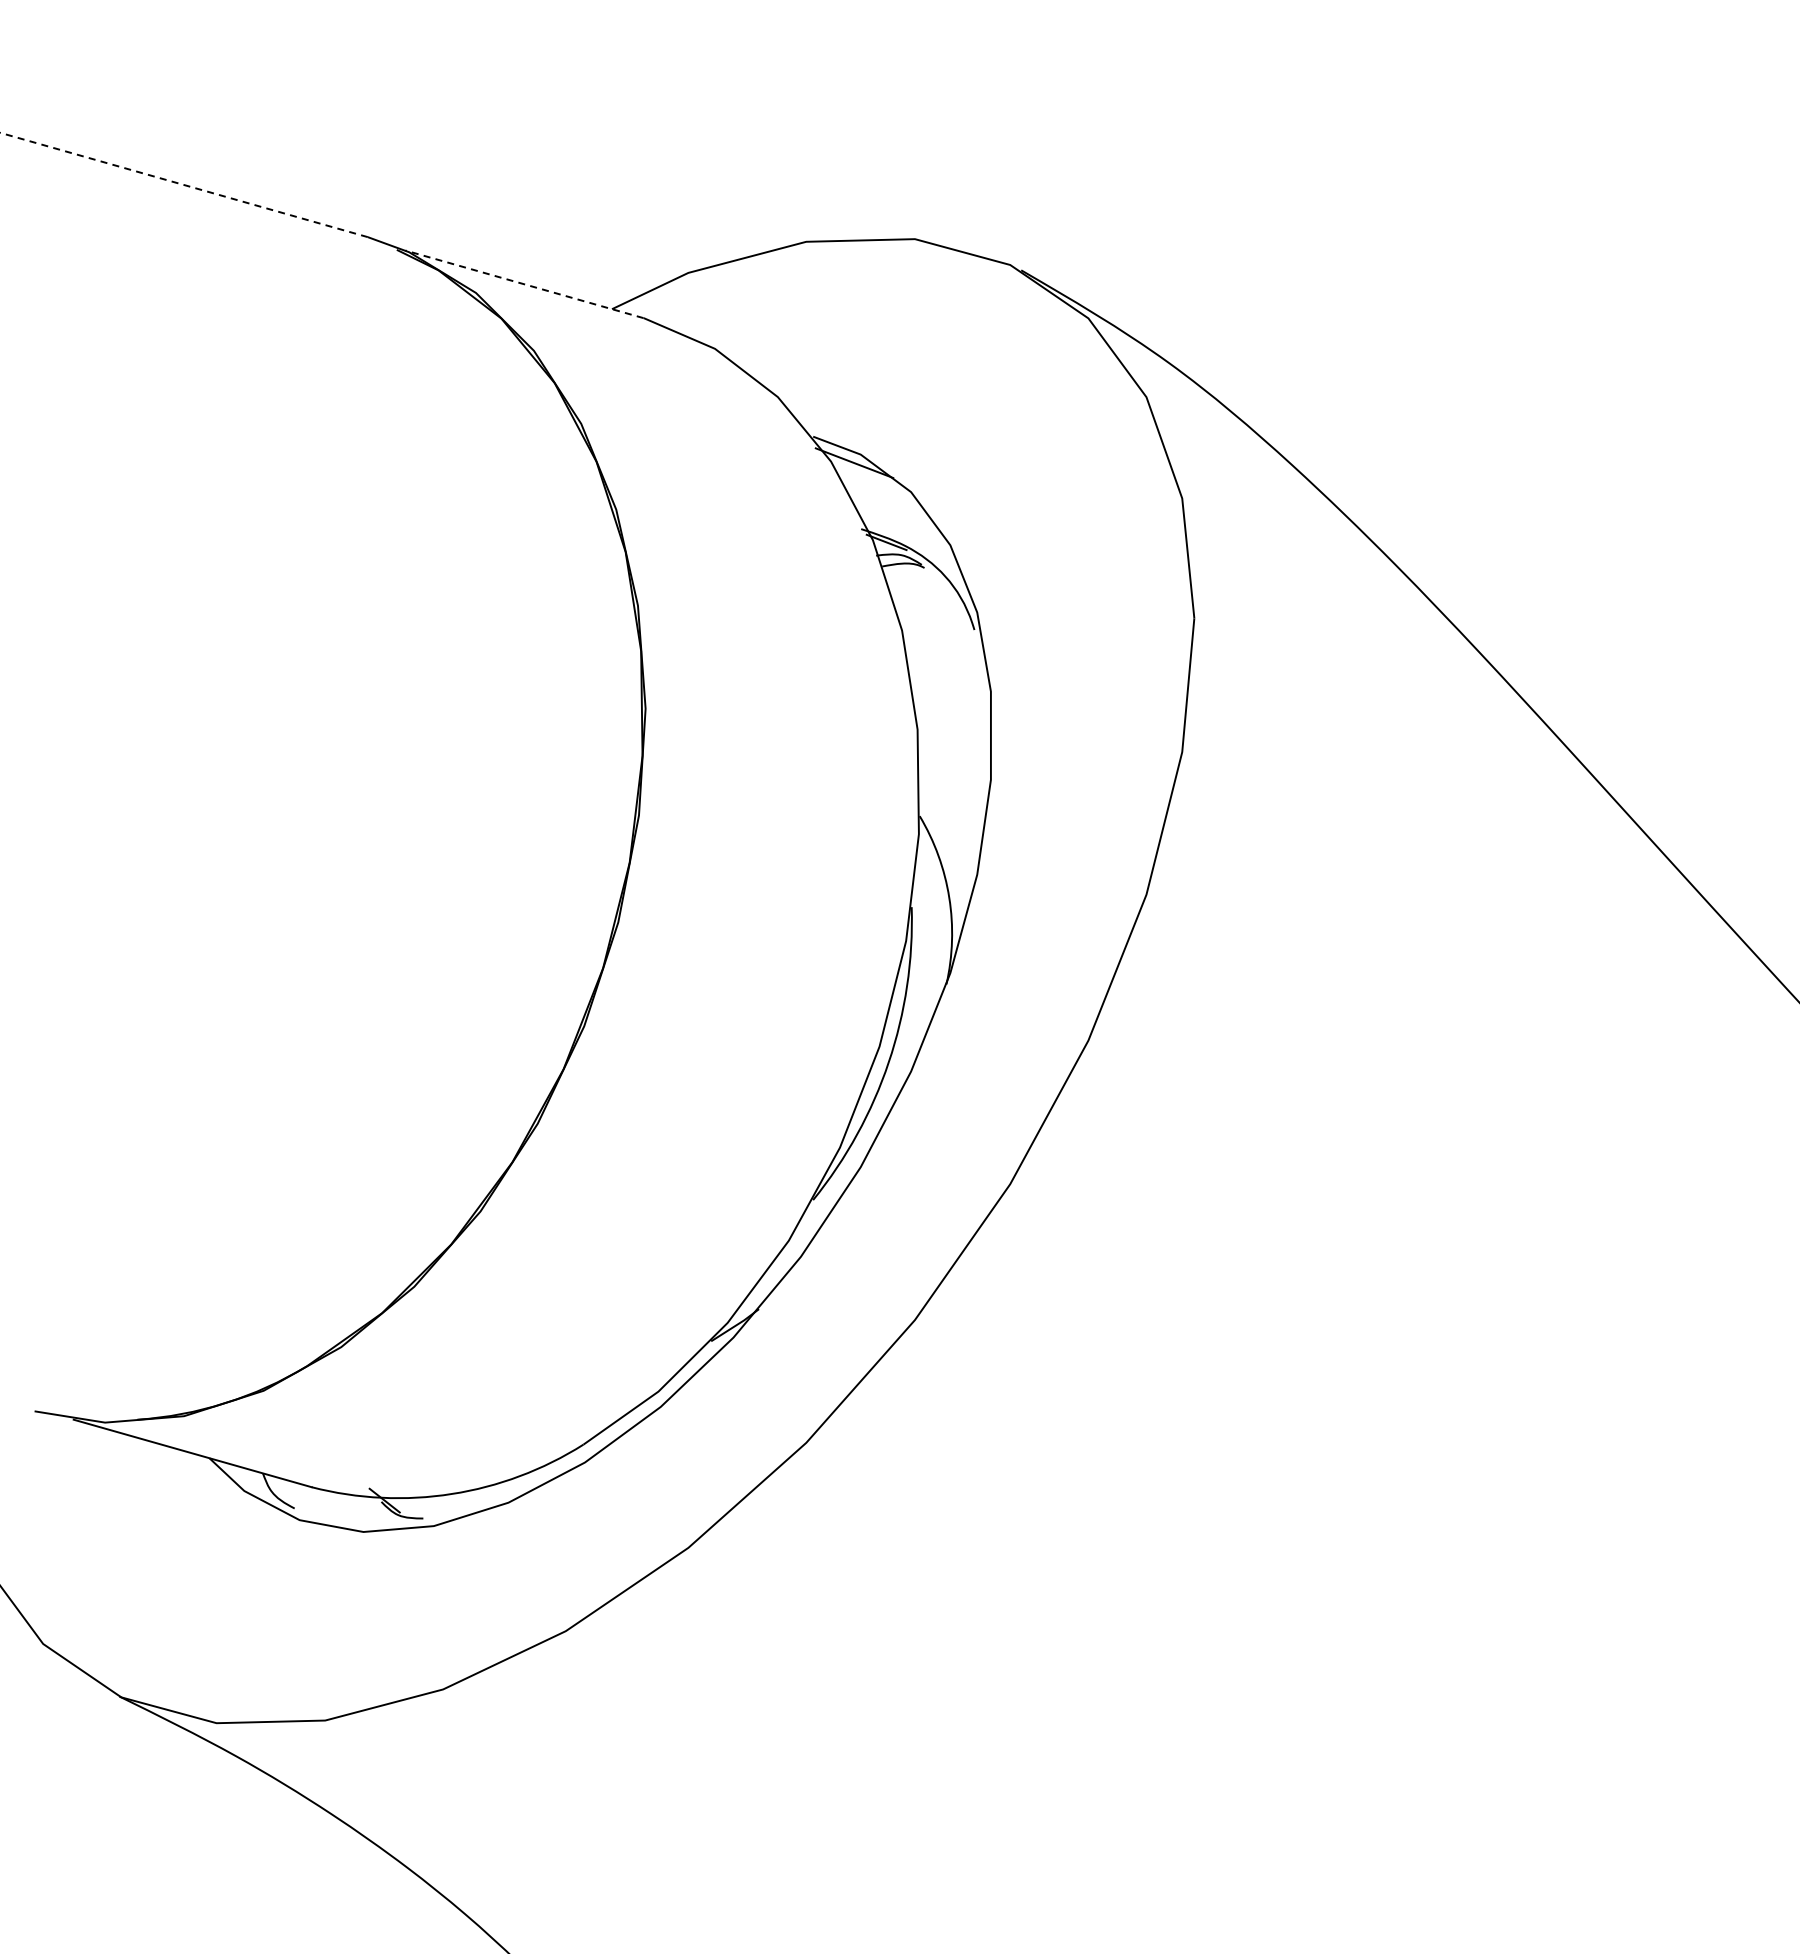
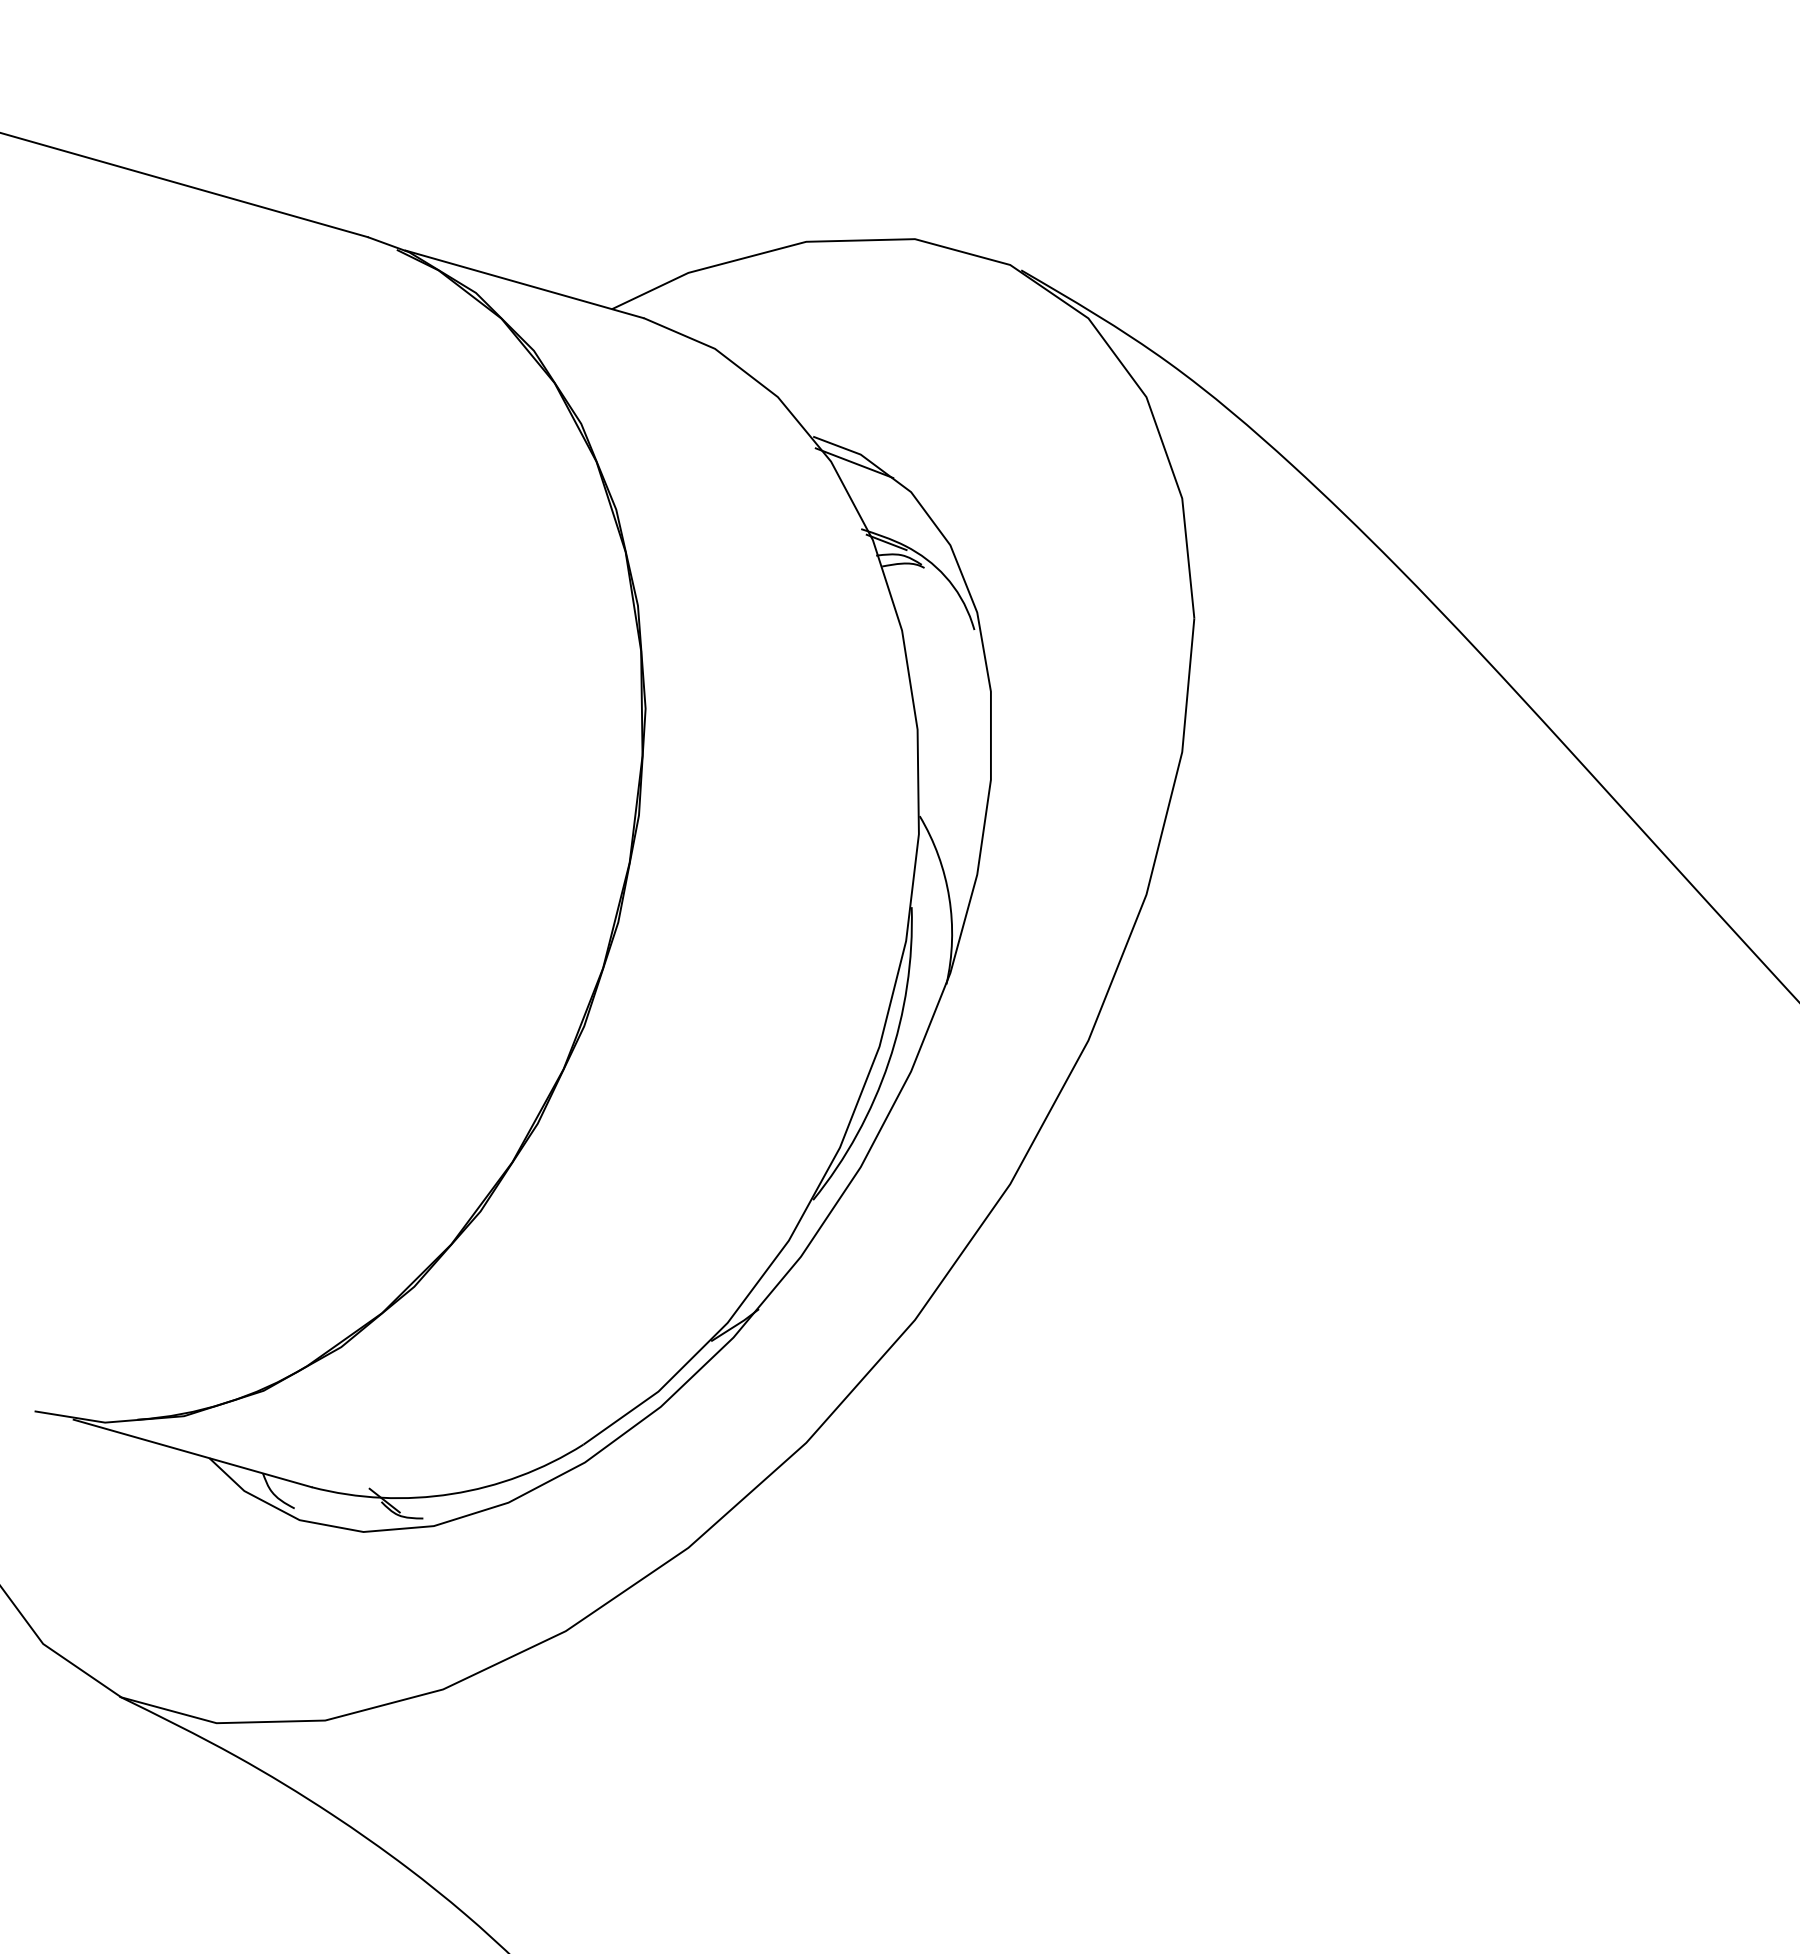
line at (184, 185): dashed -> solid
line at (524, 284): dashed -> solid
